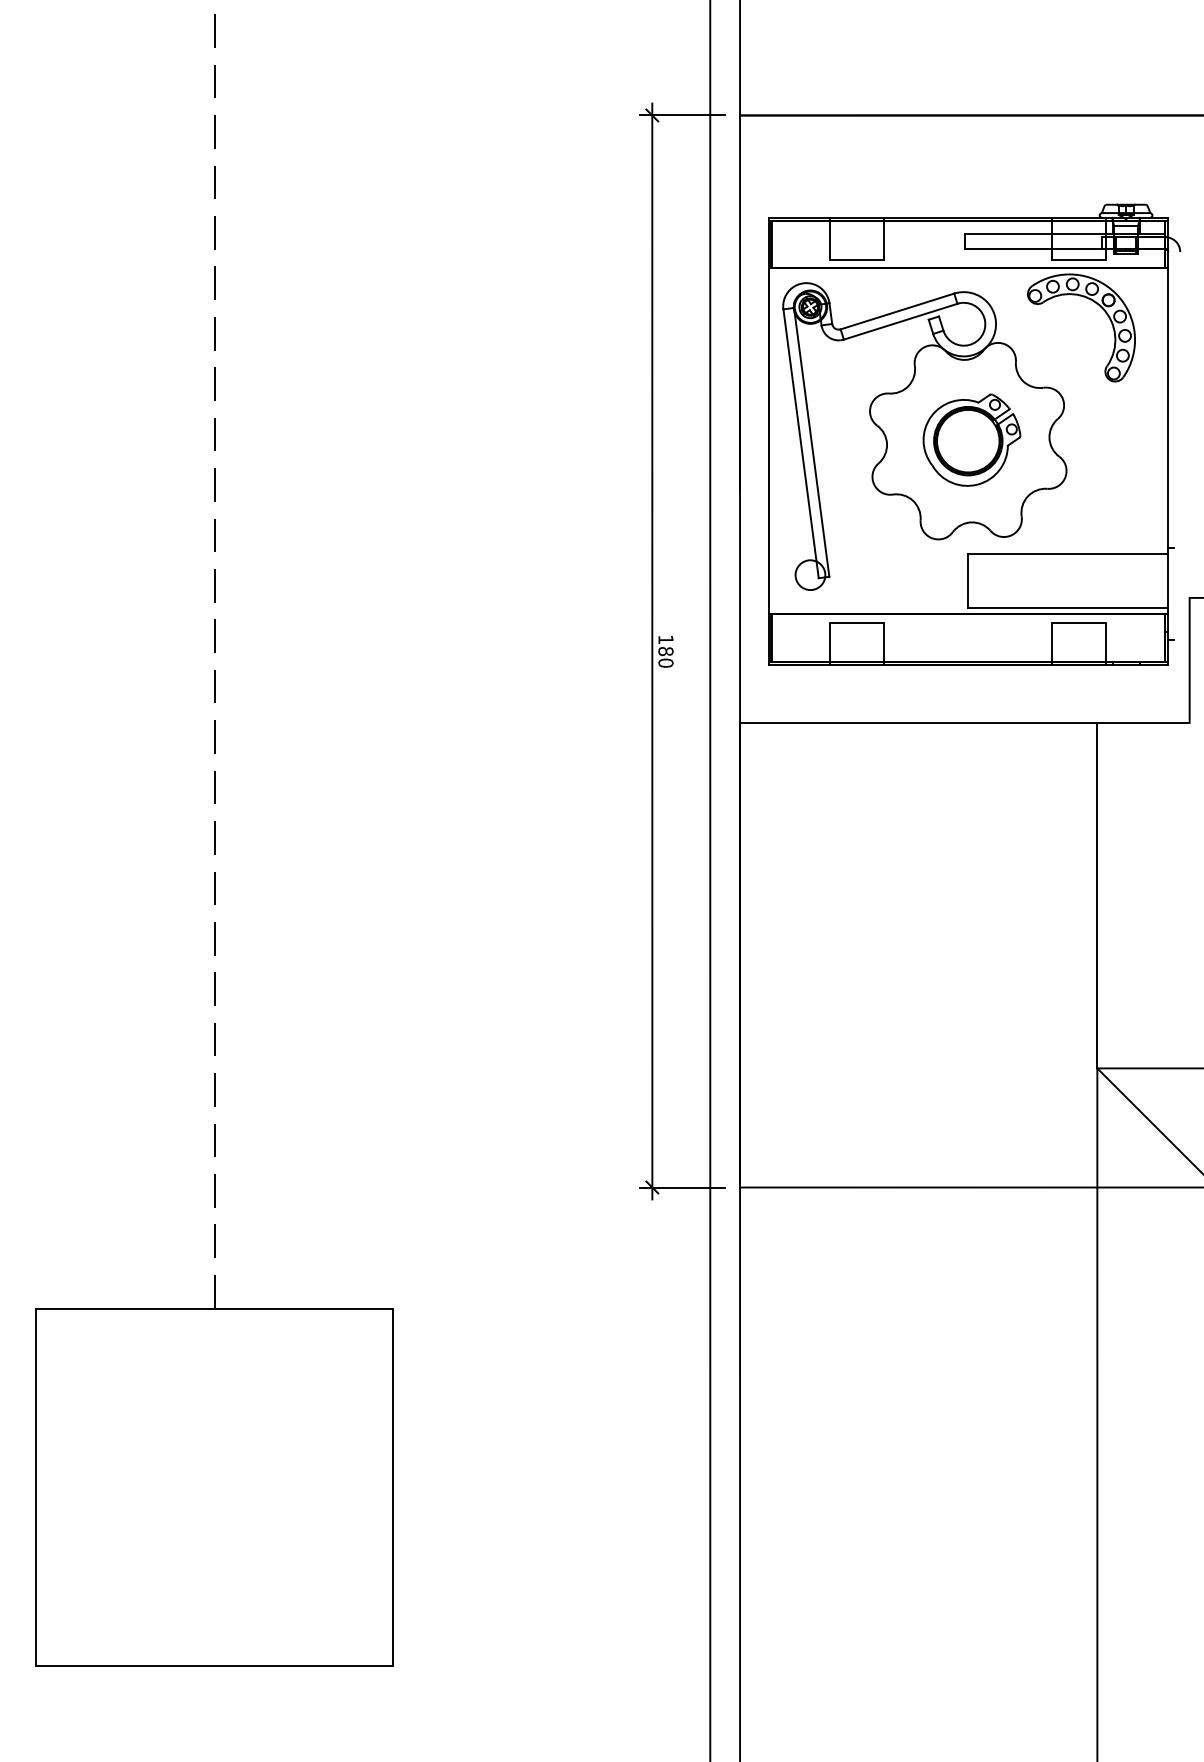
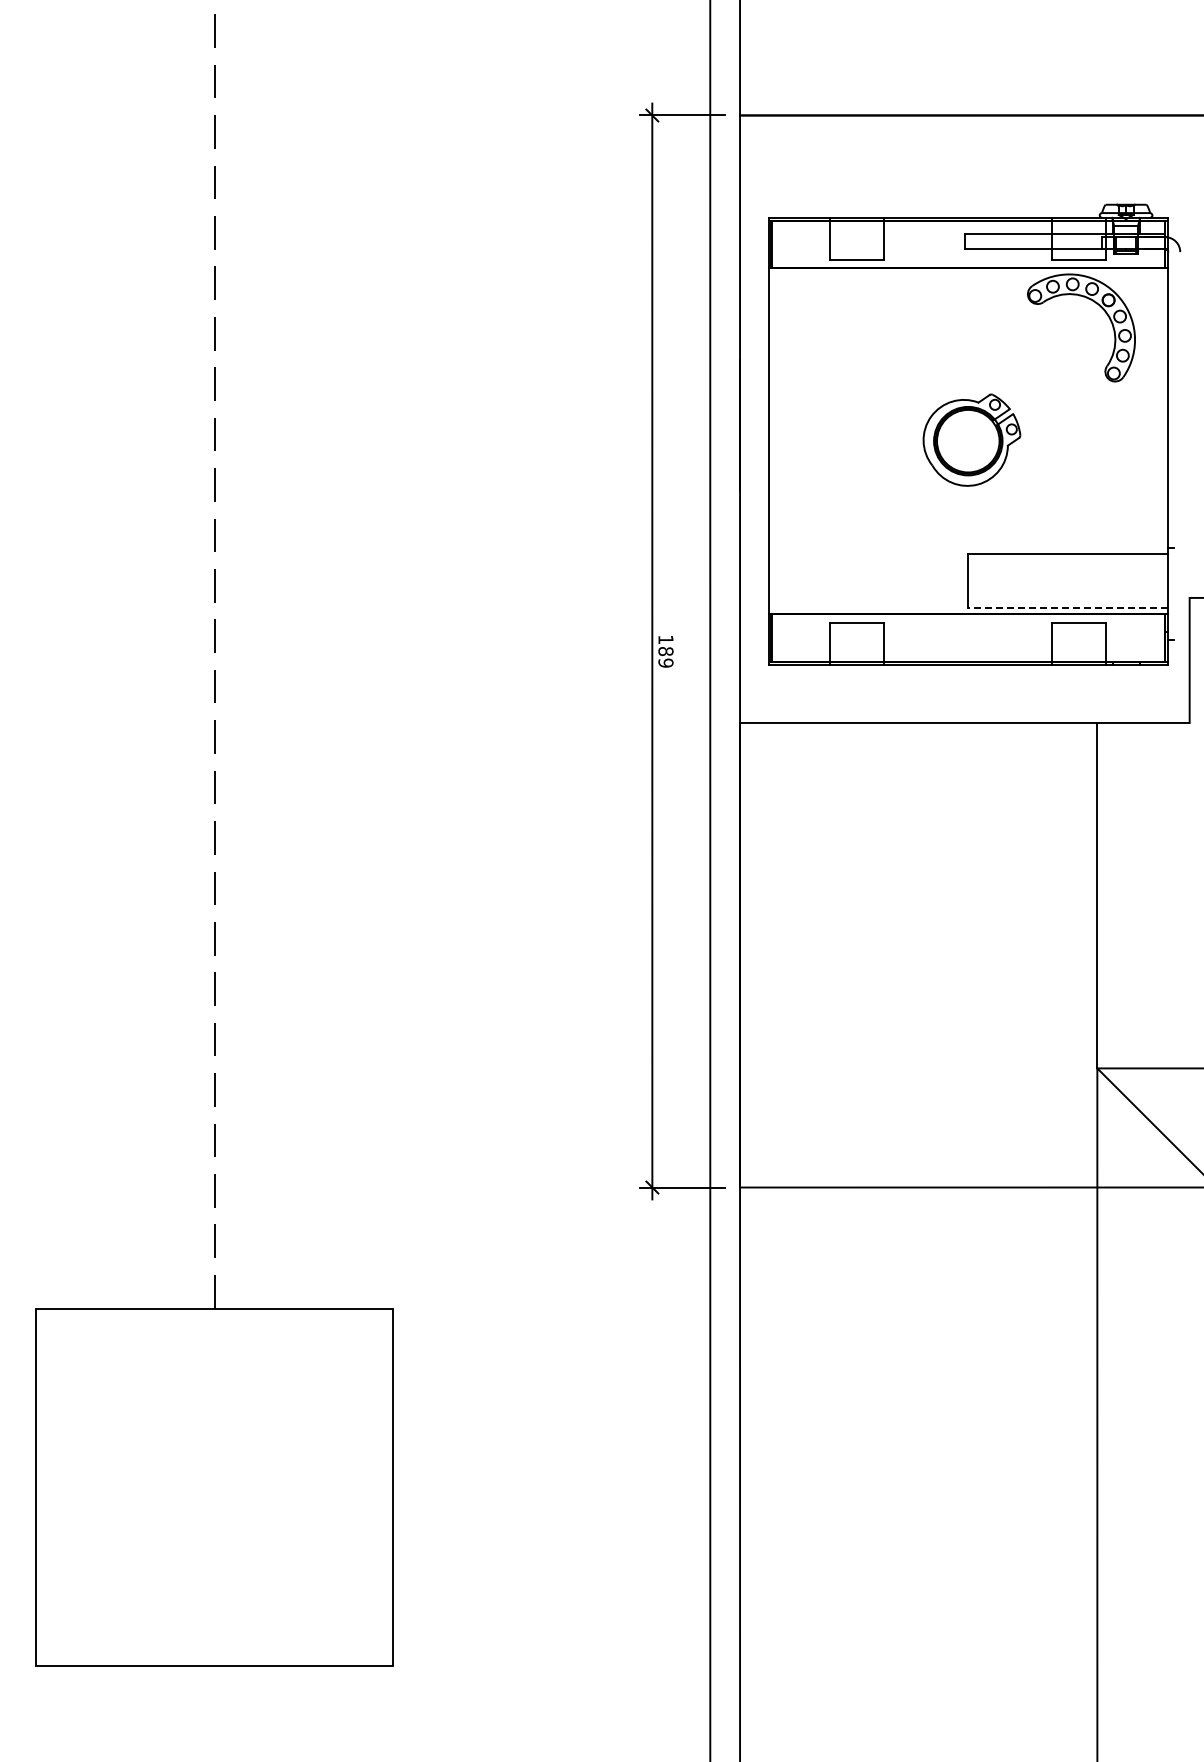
part at (924, 436): present -> none
line at (1068, 607): solid -> dashed
text at (665, 662): 180 -> 189
